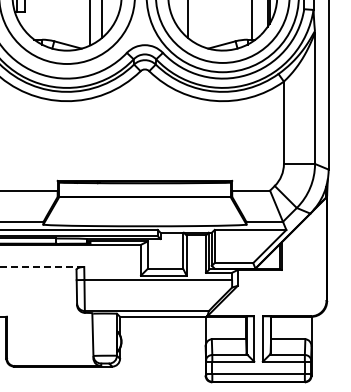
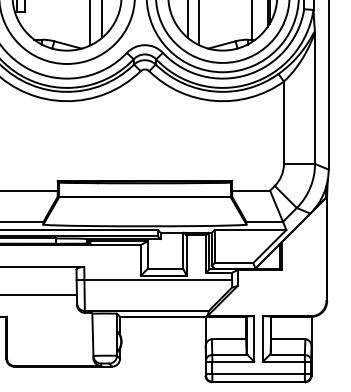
line at (199, 23): none -> present
line at (42, 267): dashed -> solid
line at (39, 295): none -> present
